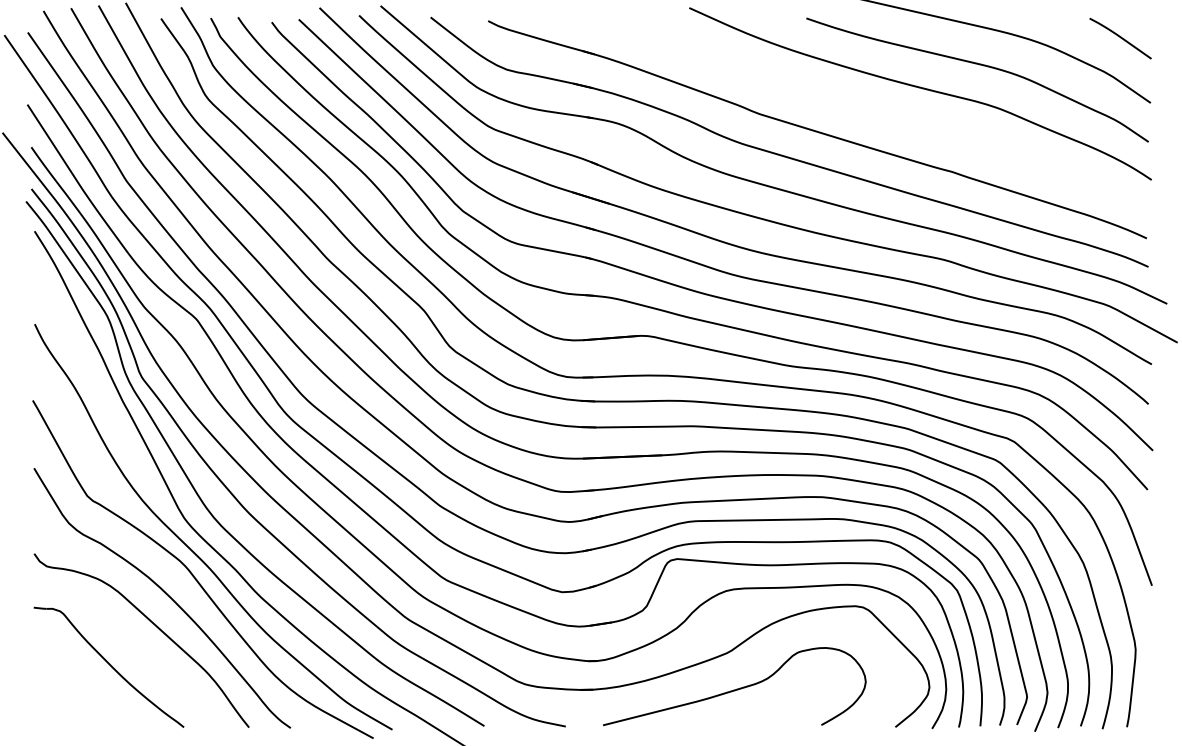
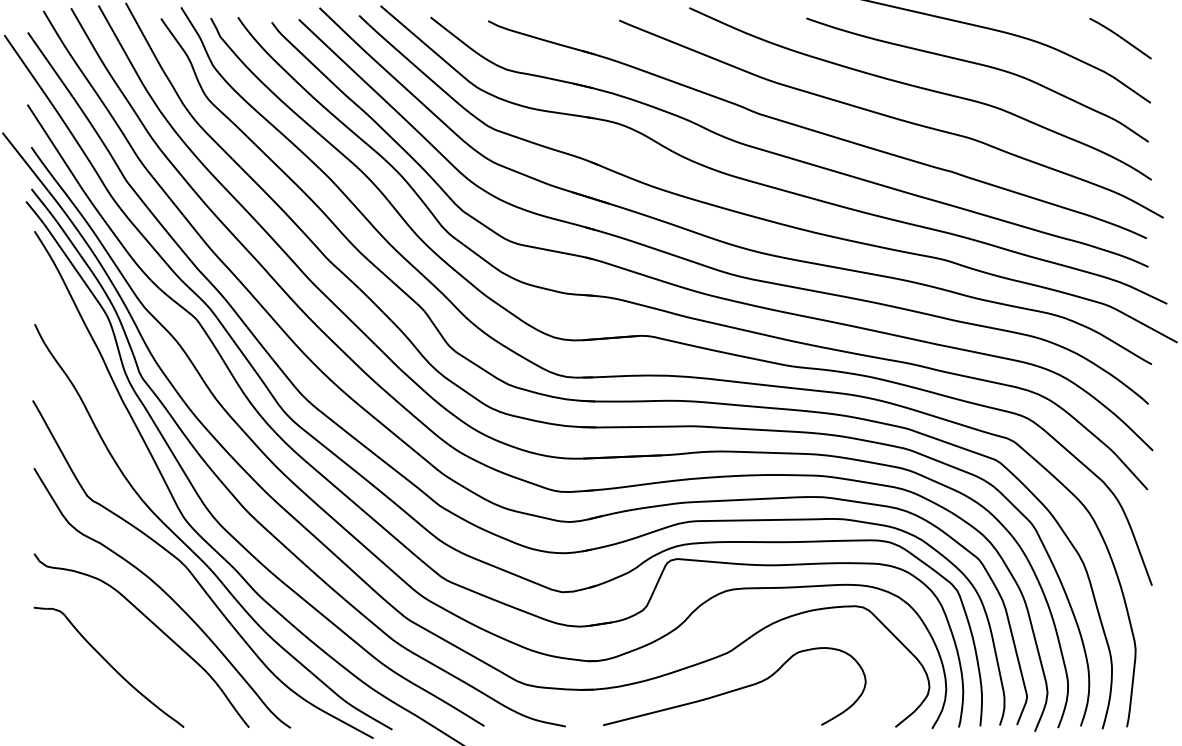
curve at (891, 118): none -> present
